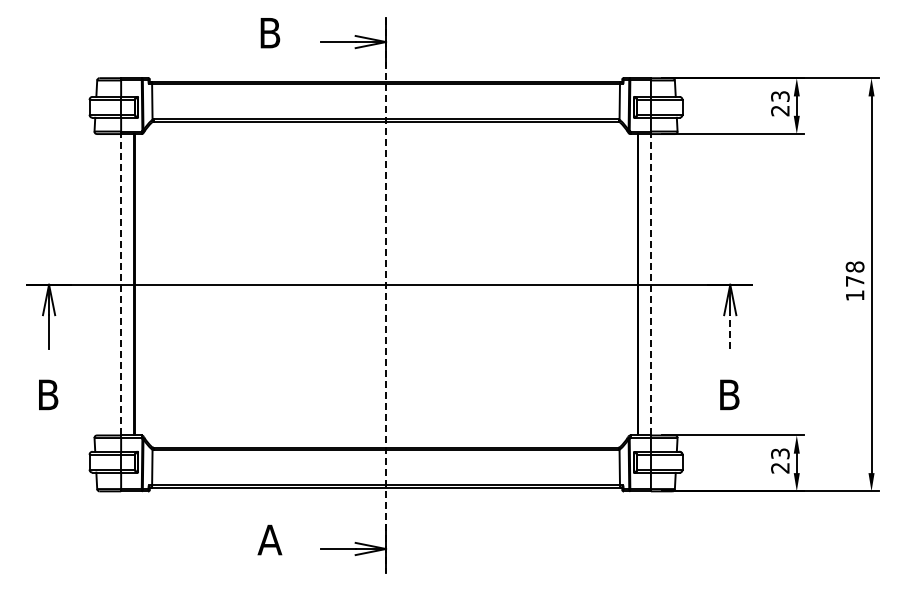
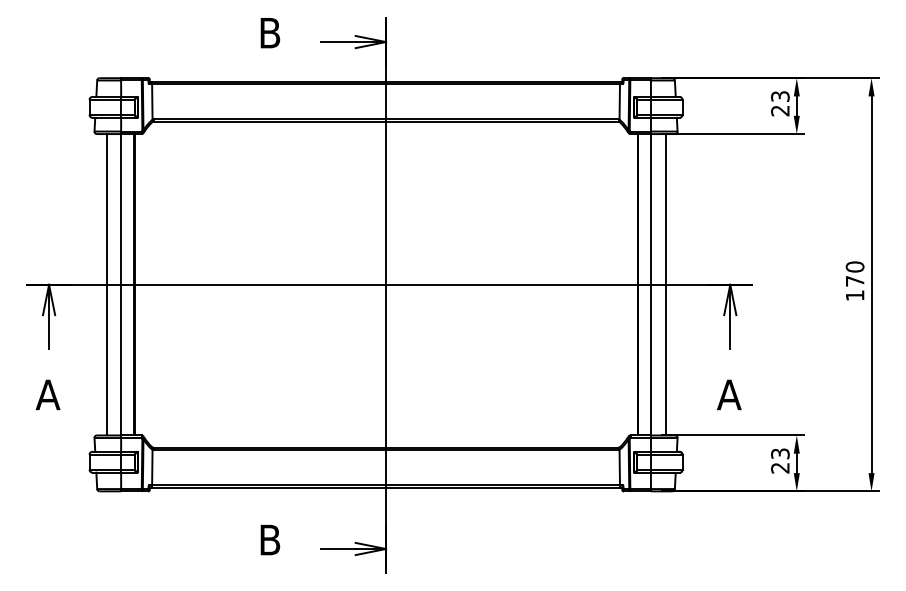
text at (855, 266): 178 -> 170
line at (106, 284): none -> present
line at (121, 284): dashed -> solid
line at (650, 284): dashed -> solid
line at (665, 284): none -> present
line at (386, 295): dashed -> solid
line at (730, 331): dashed -> solid
text at (47, 394): B -> A
text at (729, 394): B -> A
text at (269, 539): A -> B
